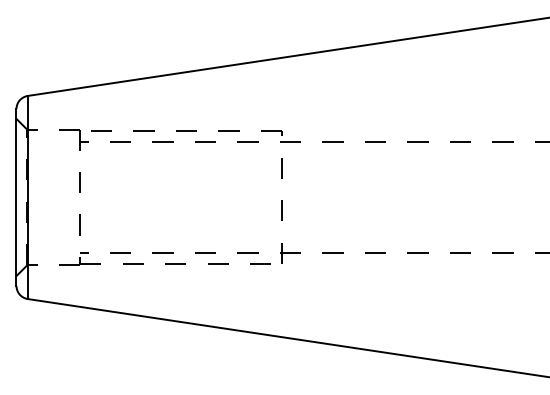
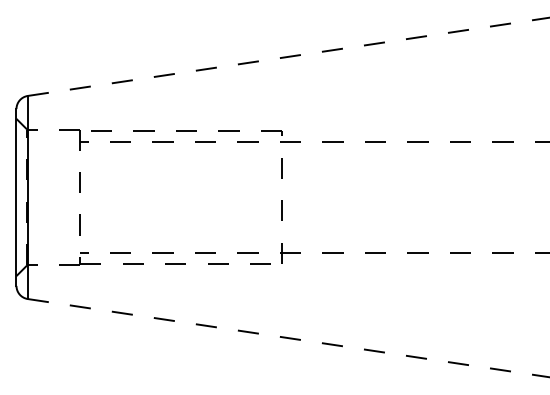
line at (288, 56): solid -> dashed
line at (288, 338): solid -> dashed
